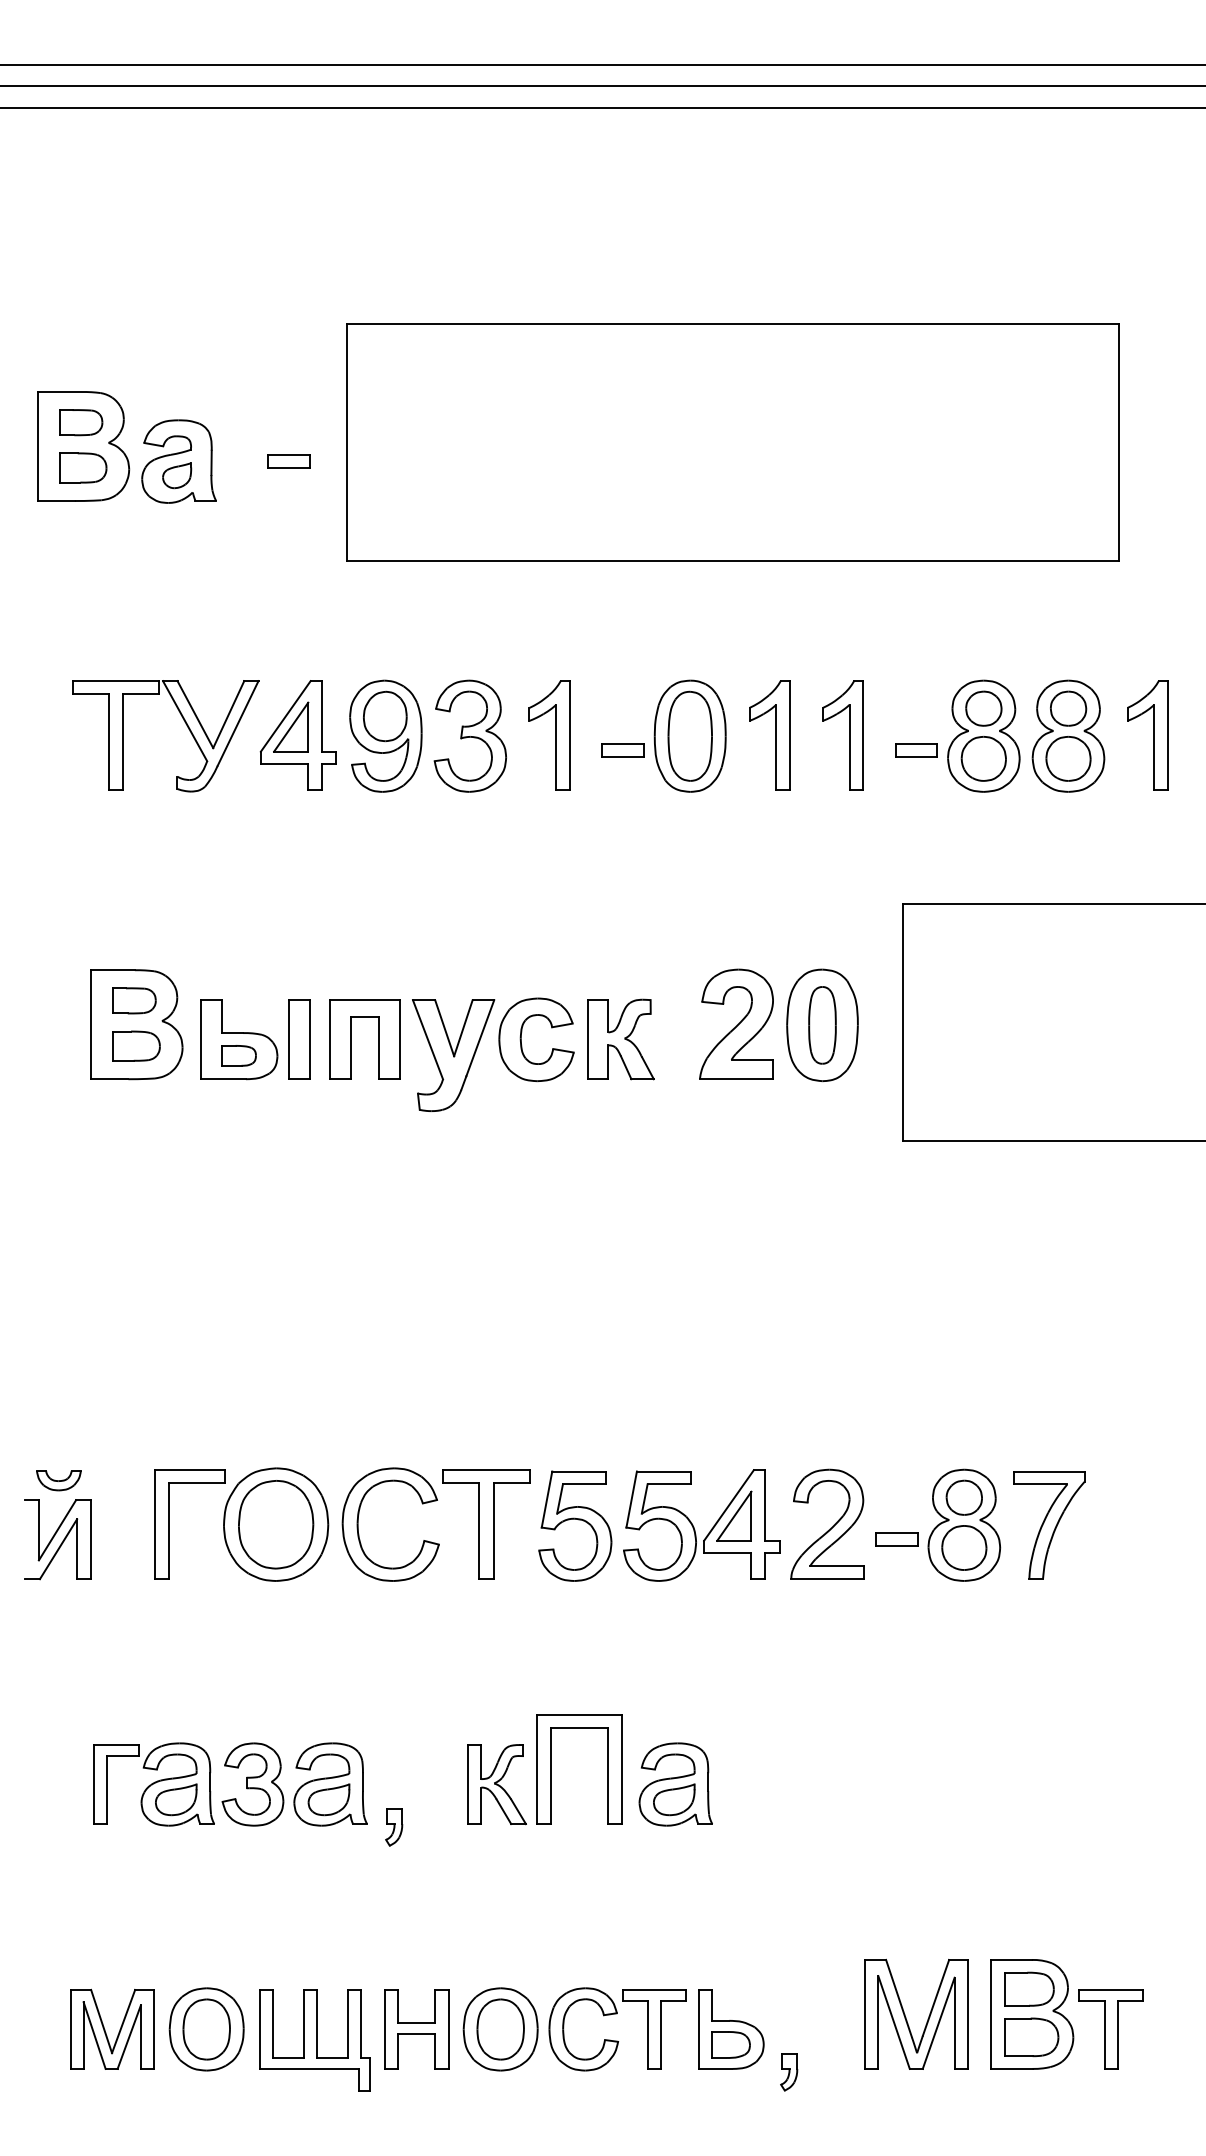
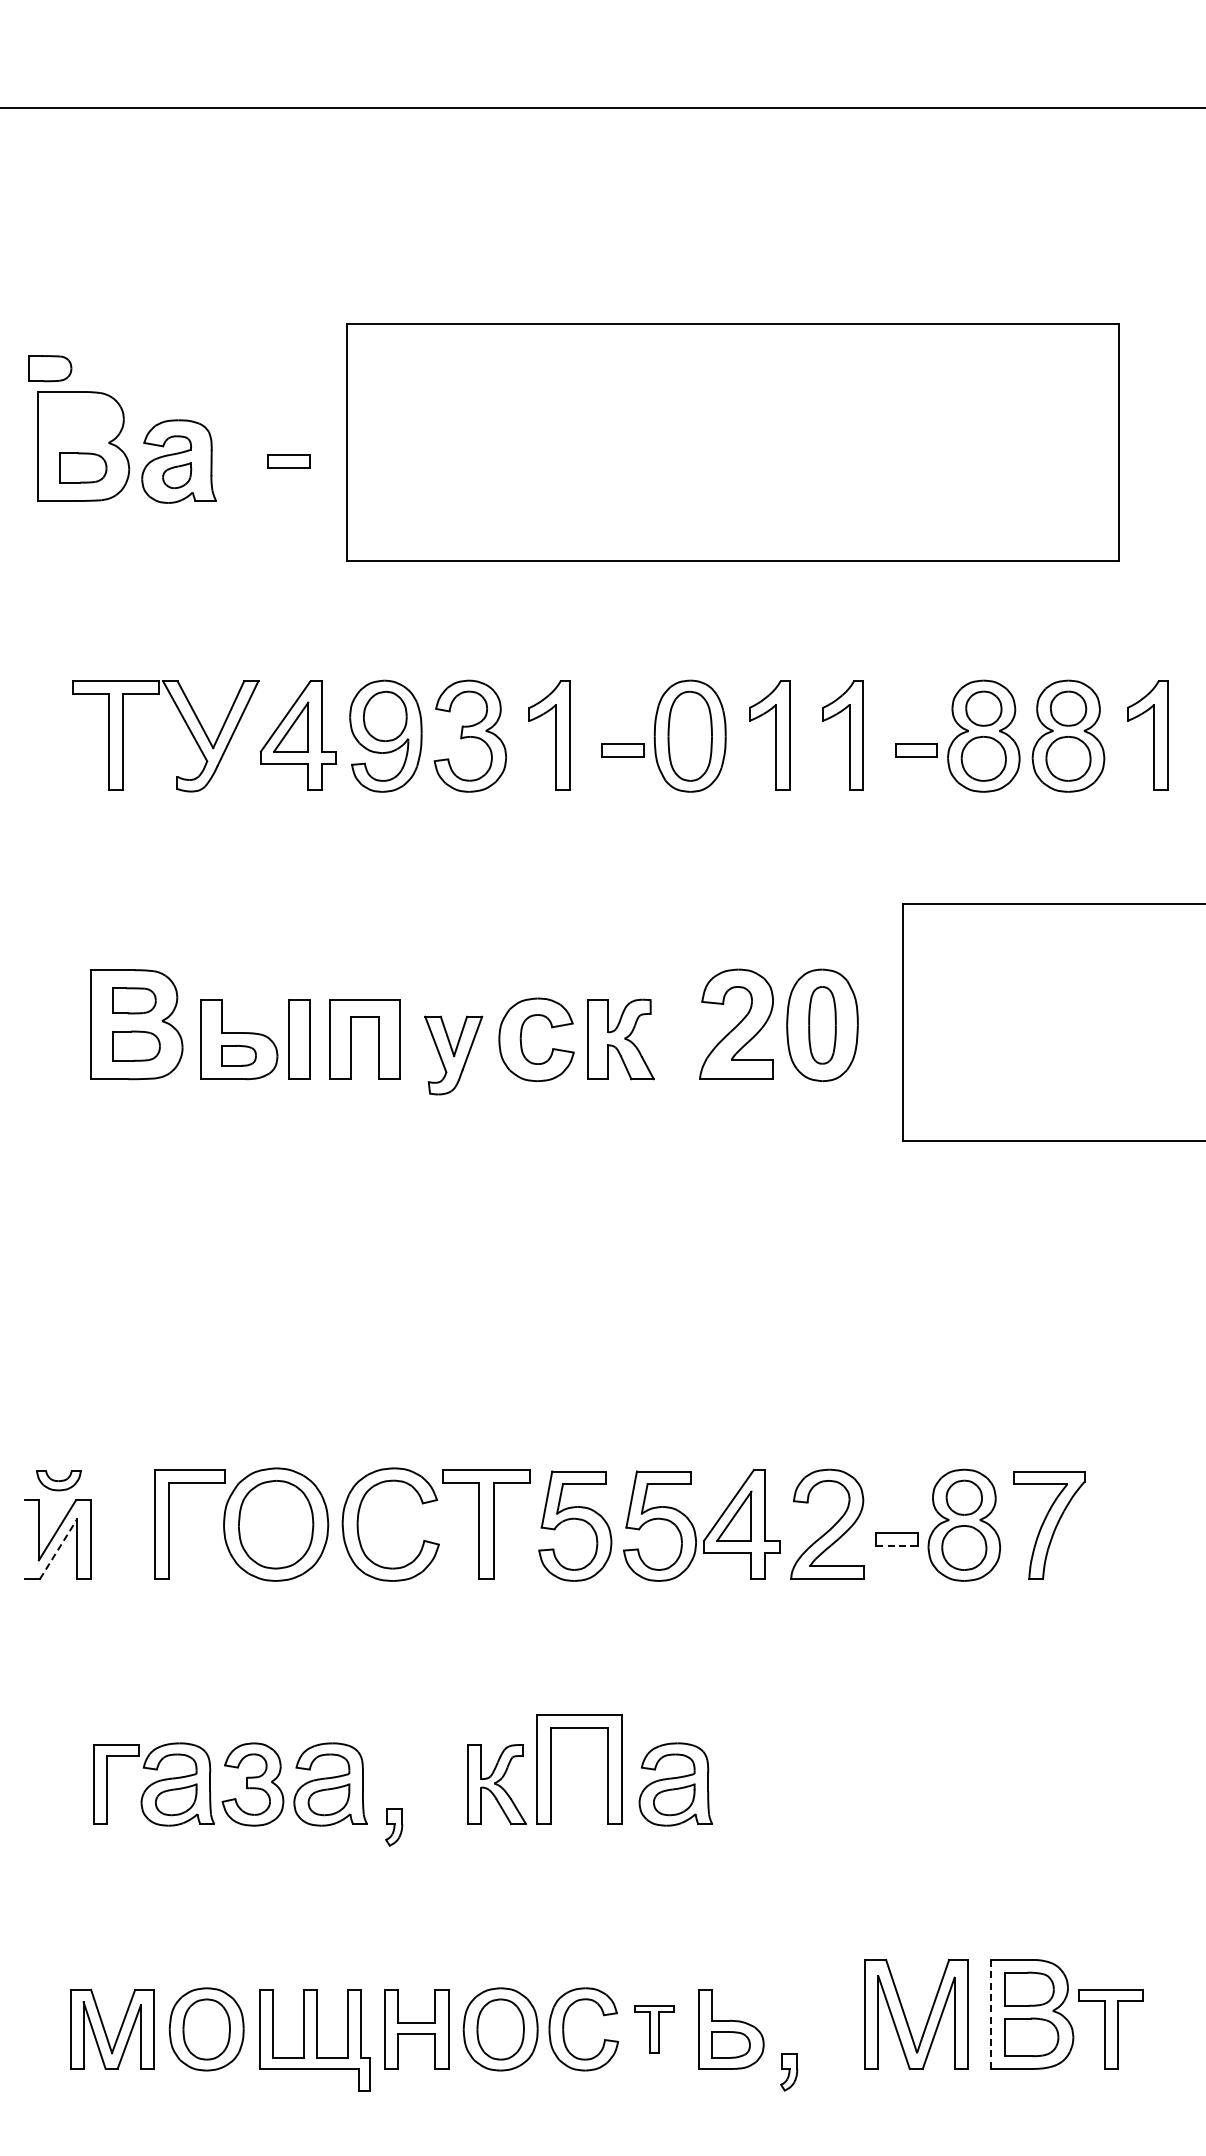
line at (602, 64): present -> none
line at (602, 86): present -> none
part at (81, 422) position: (81, 422) -> (50, 368)
part at (453, 1055) size: 84x113 px -> 60x81 px
line at (897, 1546): solid -> dashed
line at (58, 1548): solid -> dashed
line at (991, 2014): solid -> dashed
part at (654, 2029) size: 65x81 px -> 41x49 px
